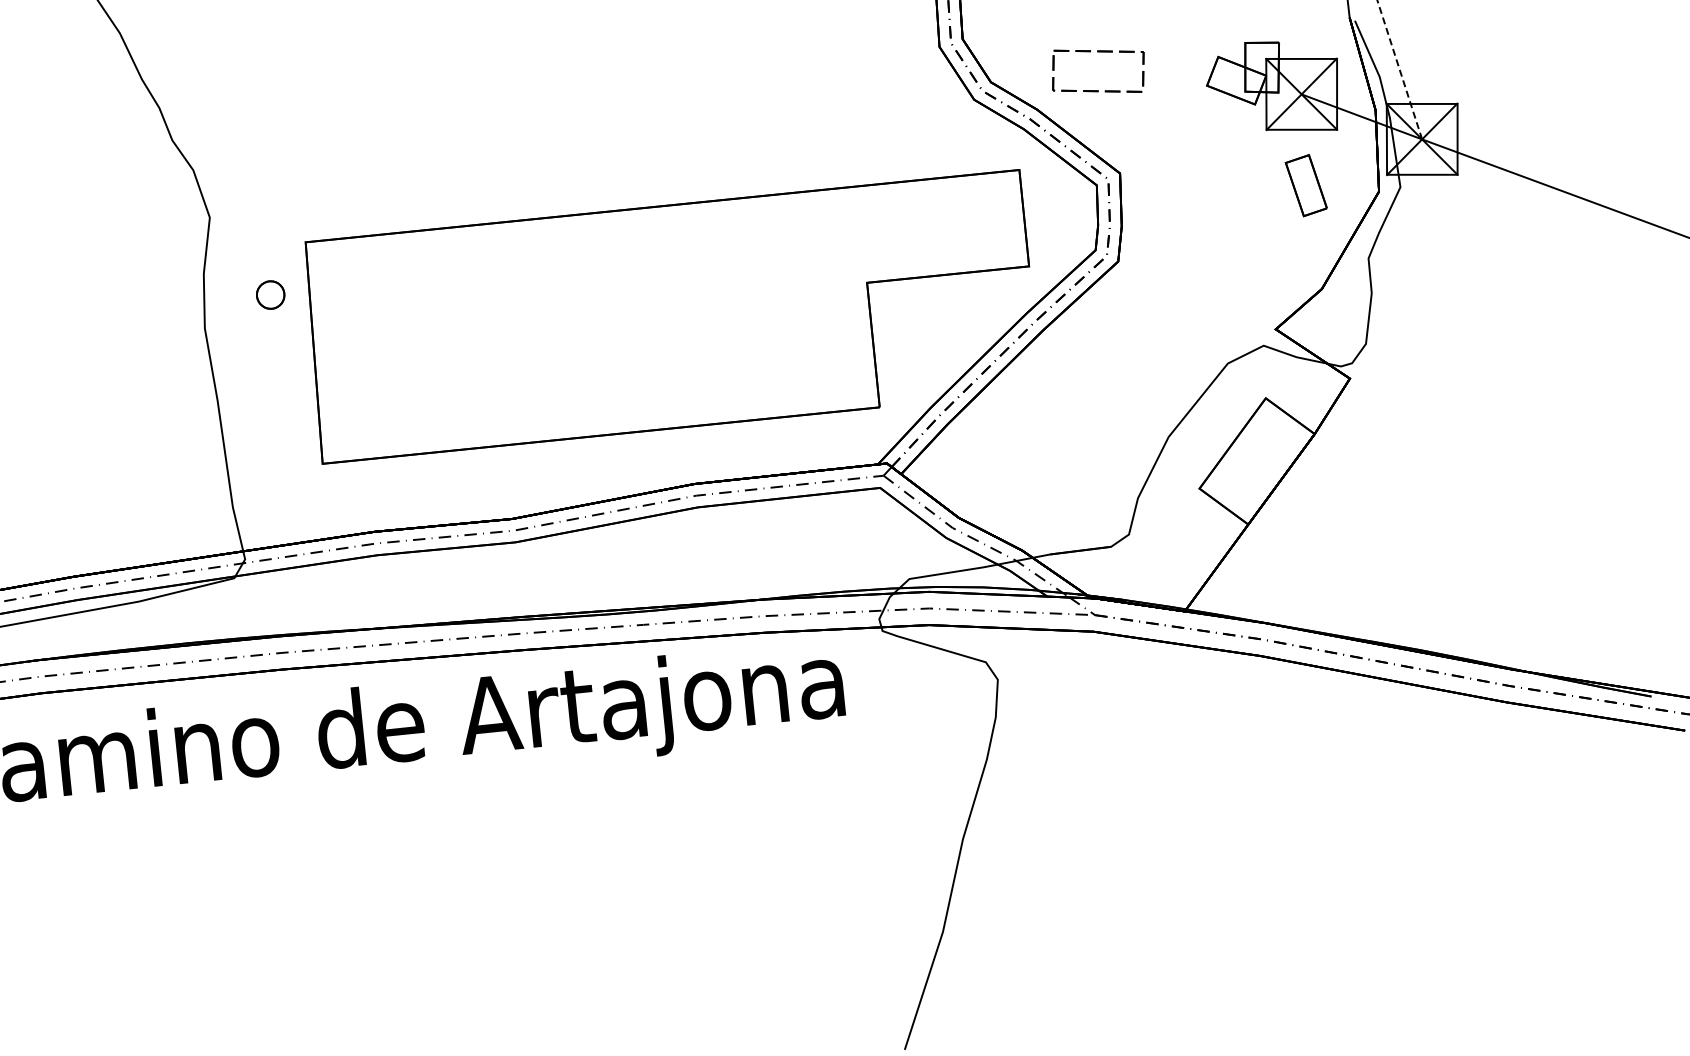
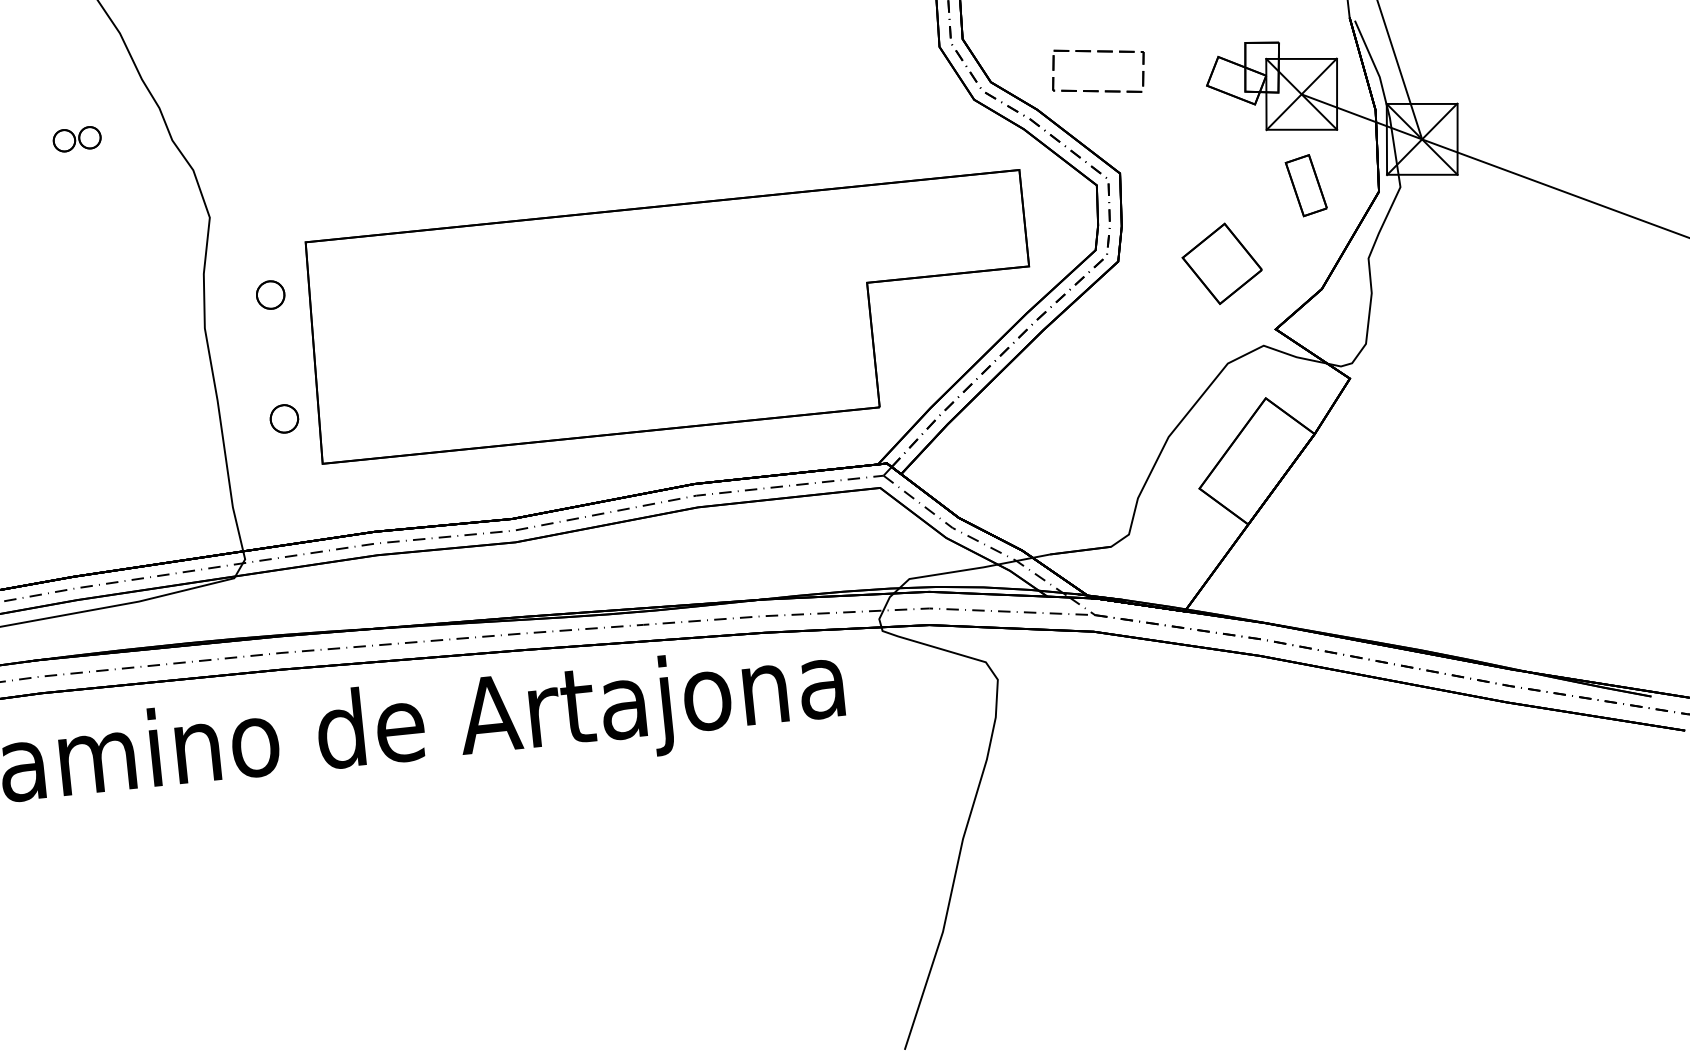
line at (1399, 69): dashed -> solid
part at (76, 139): none -> present
part at (1221, 263): none -> present
part at (284, 418): none -> present
